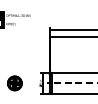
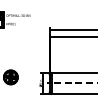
part at (14, 83) position: (14, 83) -> (10, 77)
